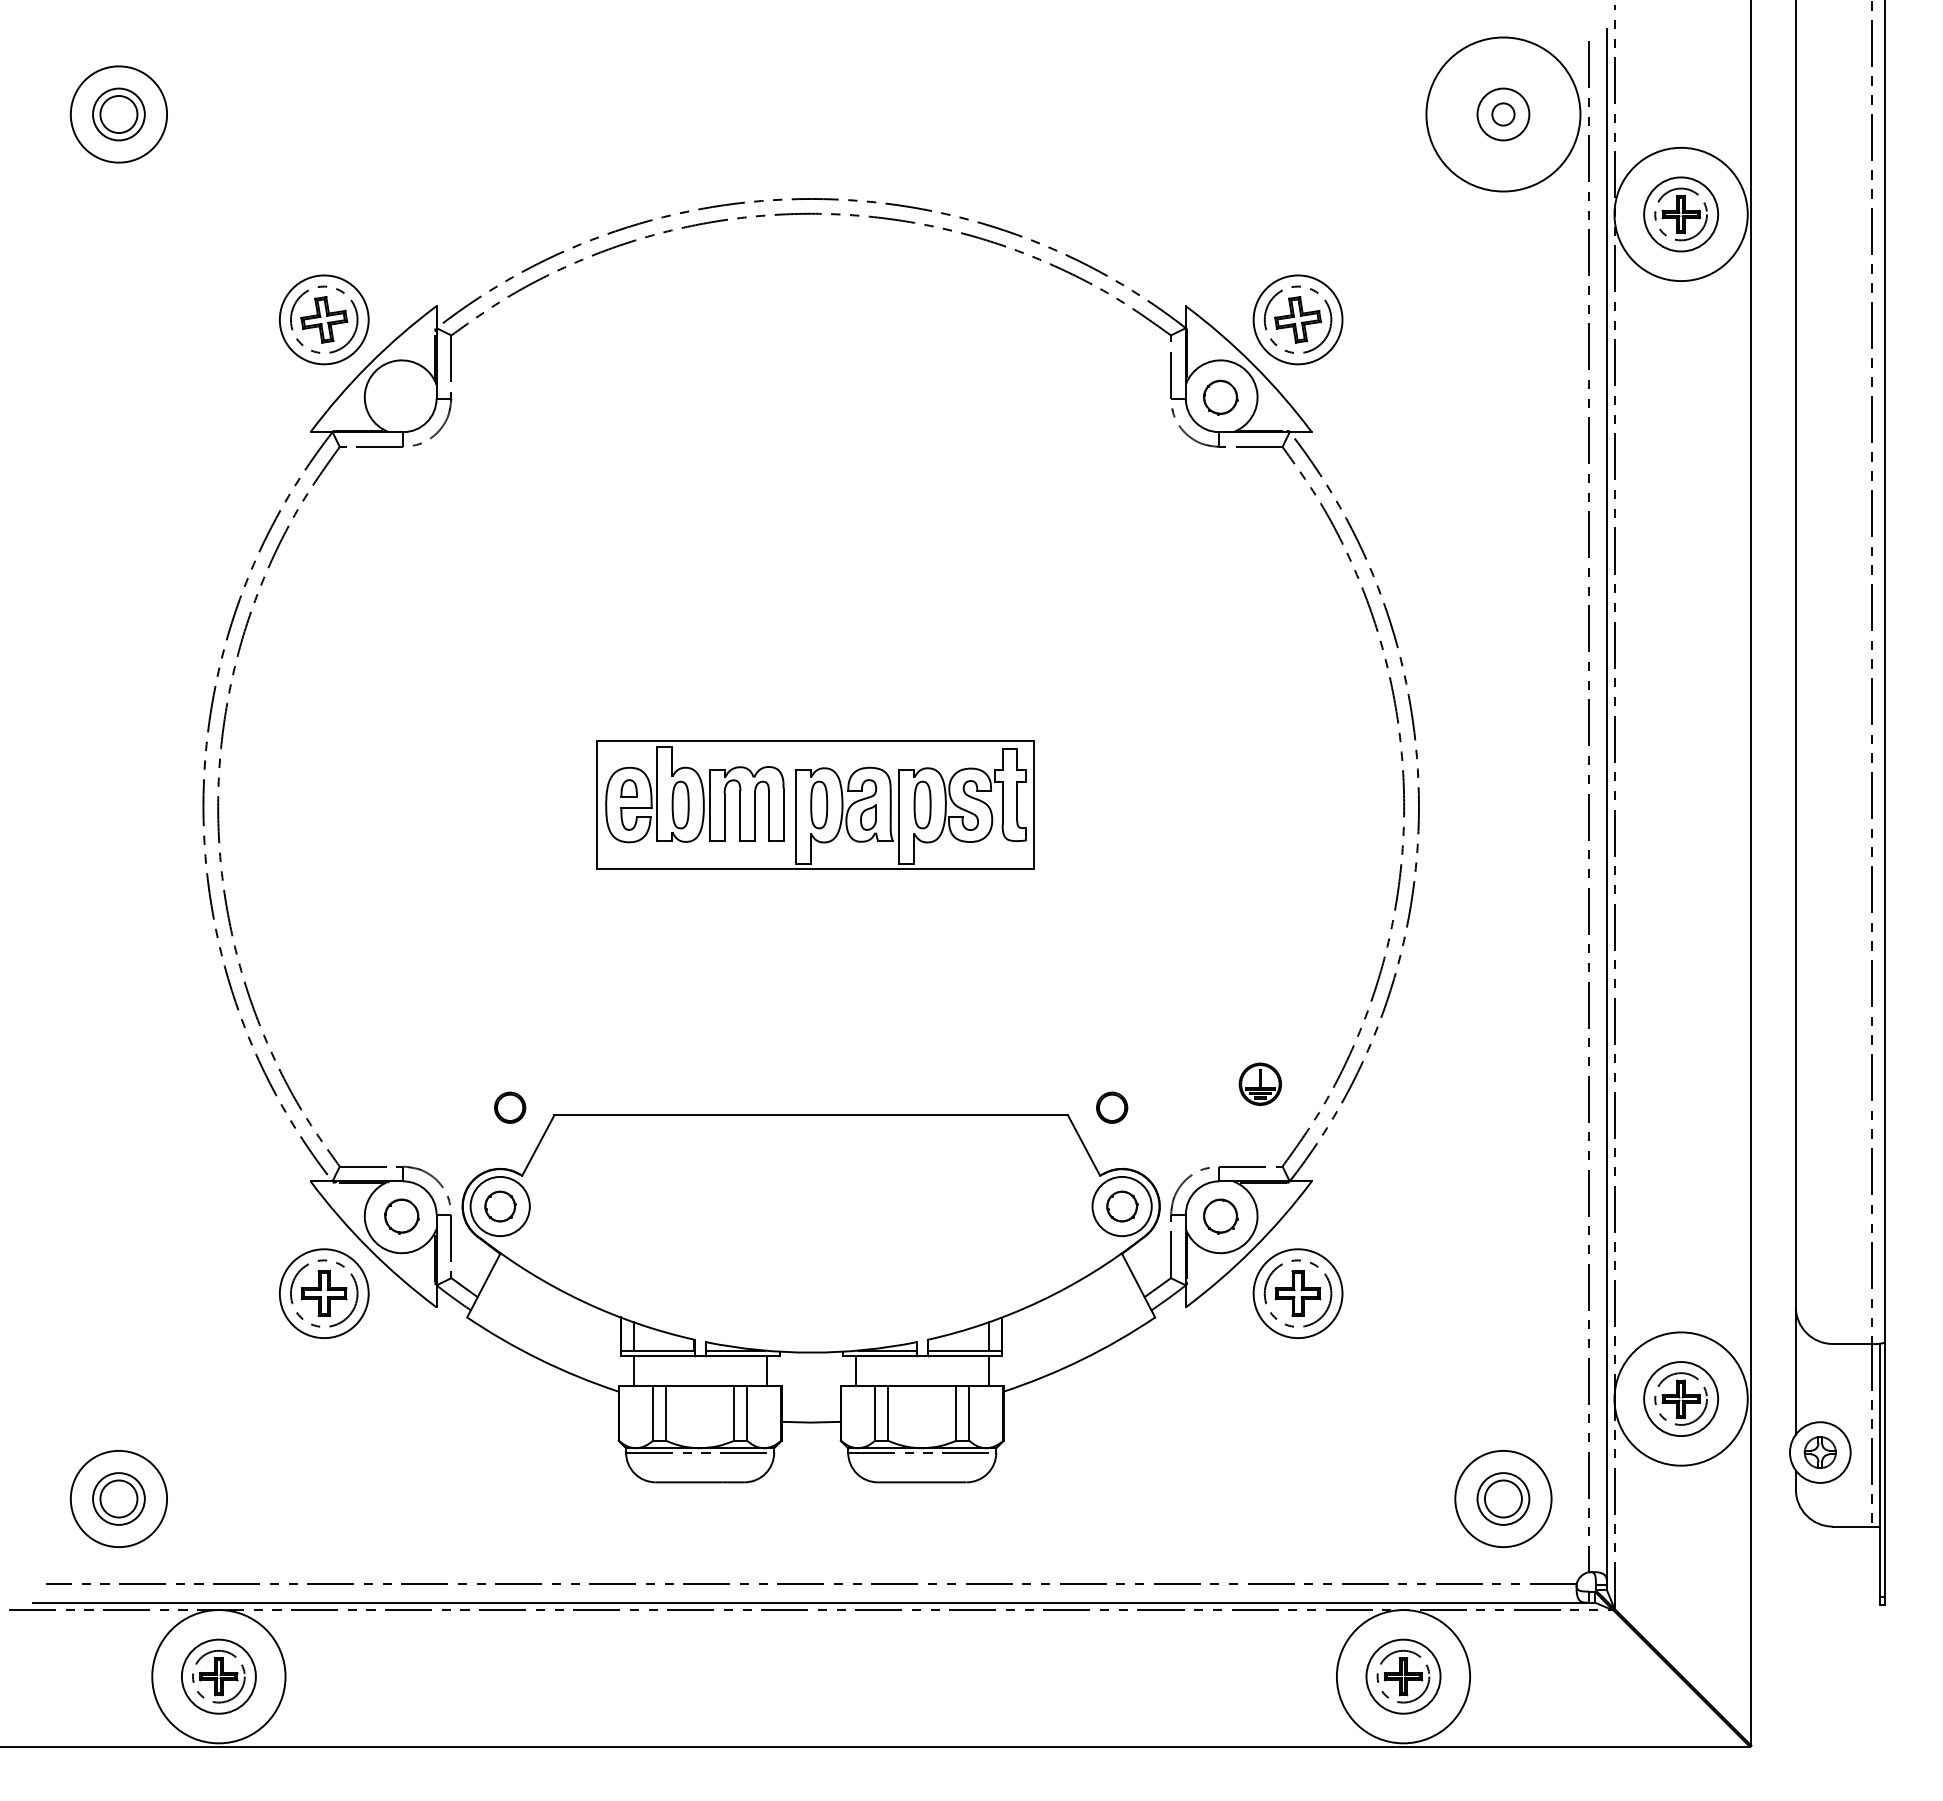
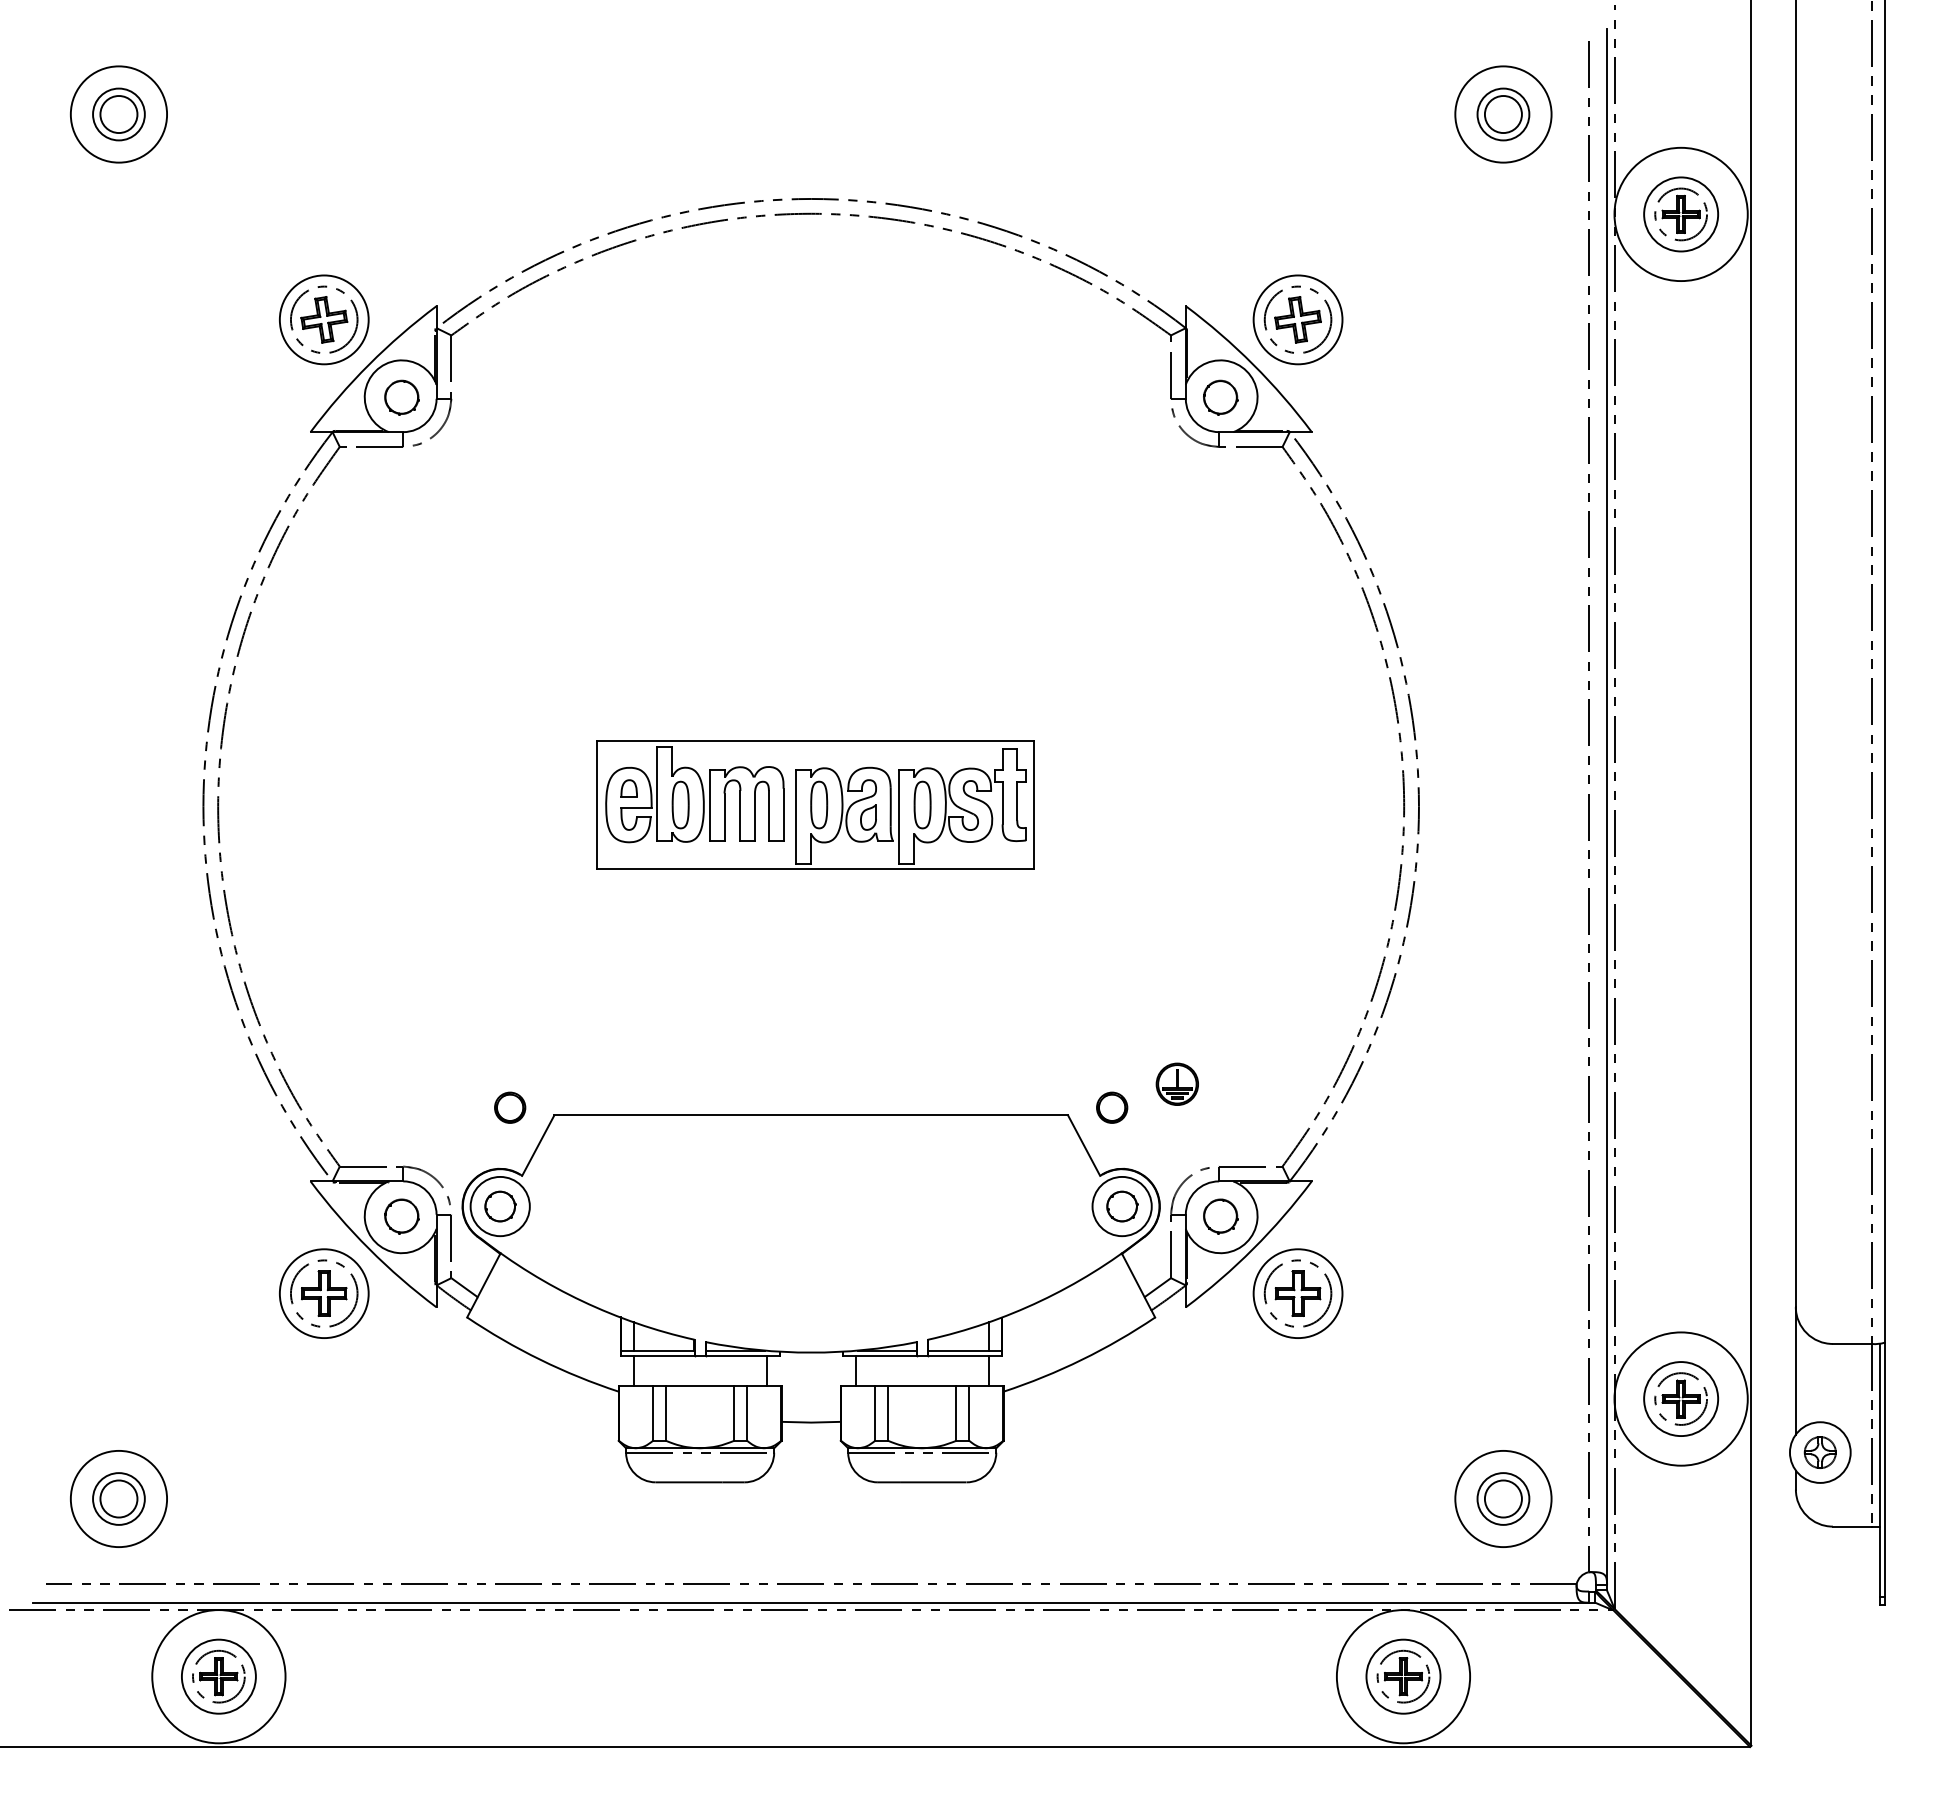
circle at (1503, 114) diameter: 154 px -> 96 px
circle at (1503, 114) diameter: 22 px -> 37 px
part at (401, 397): none -> present
part at (1259, 1083) position: (1259, 1083) -> (1176, 1083)
